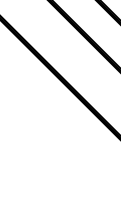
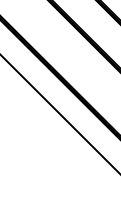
line at (59, 113): none -> present
